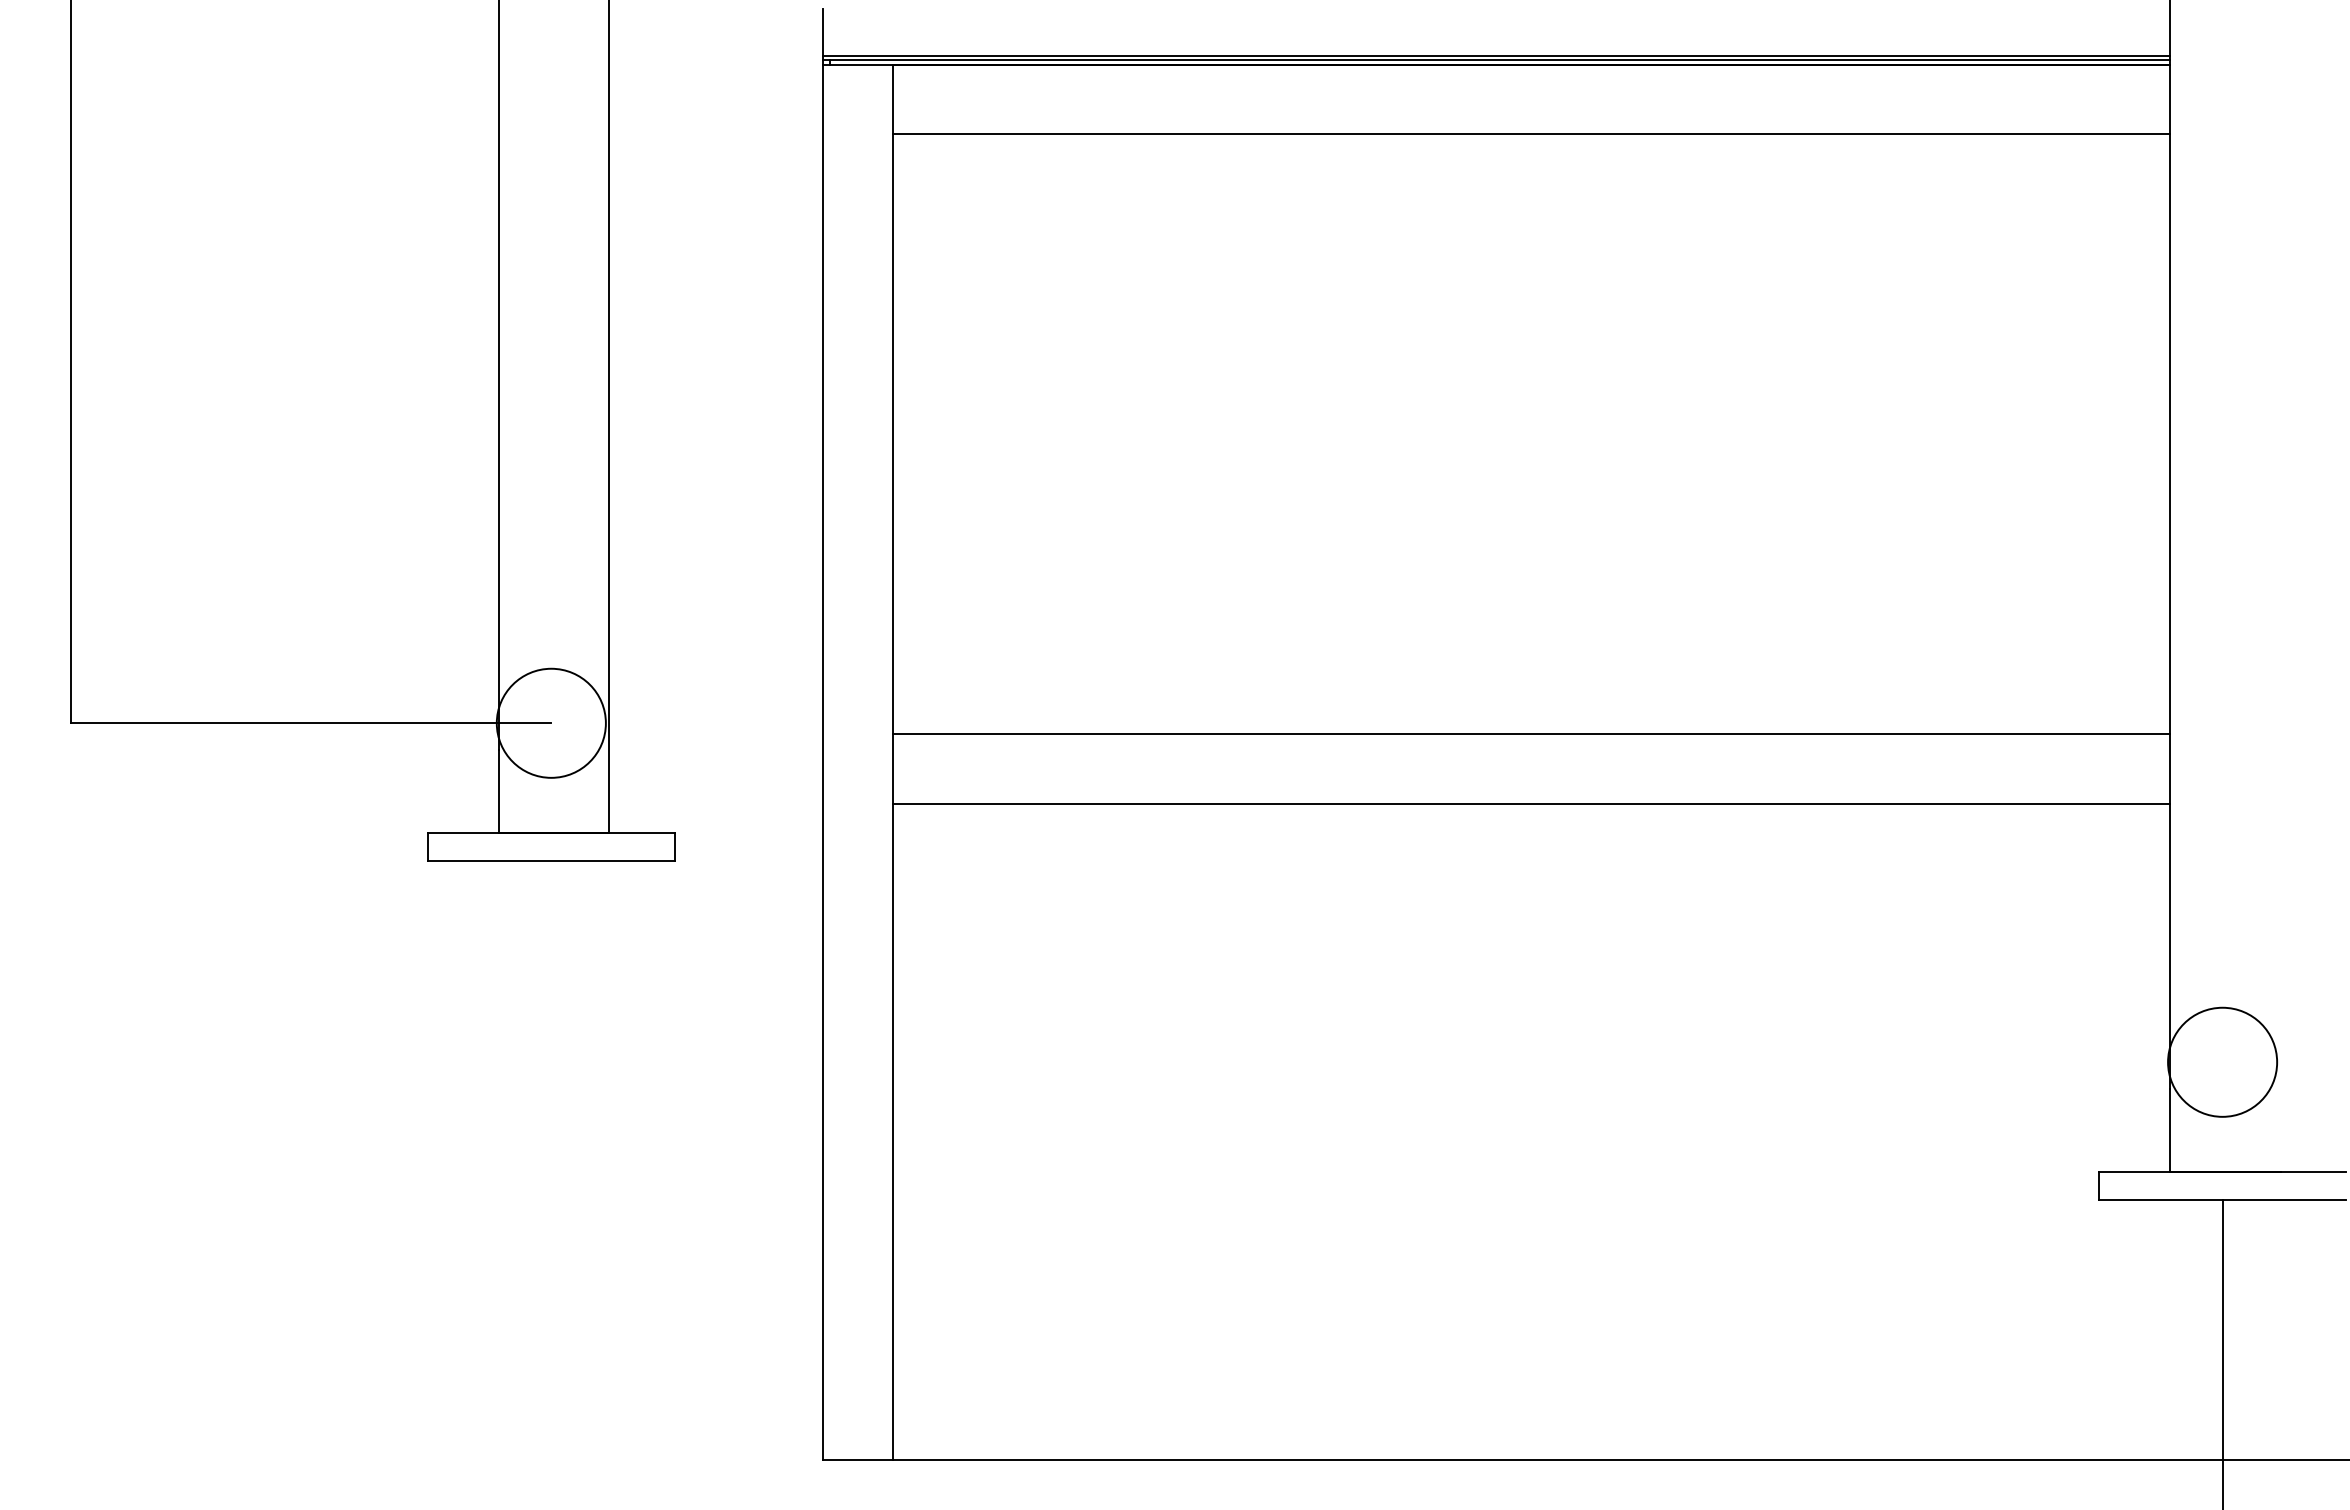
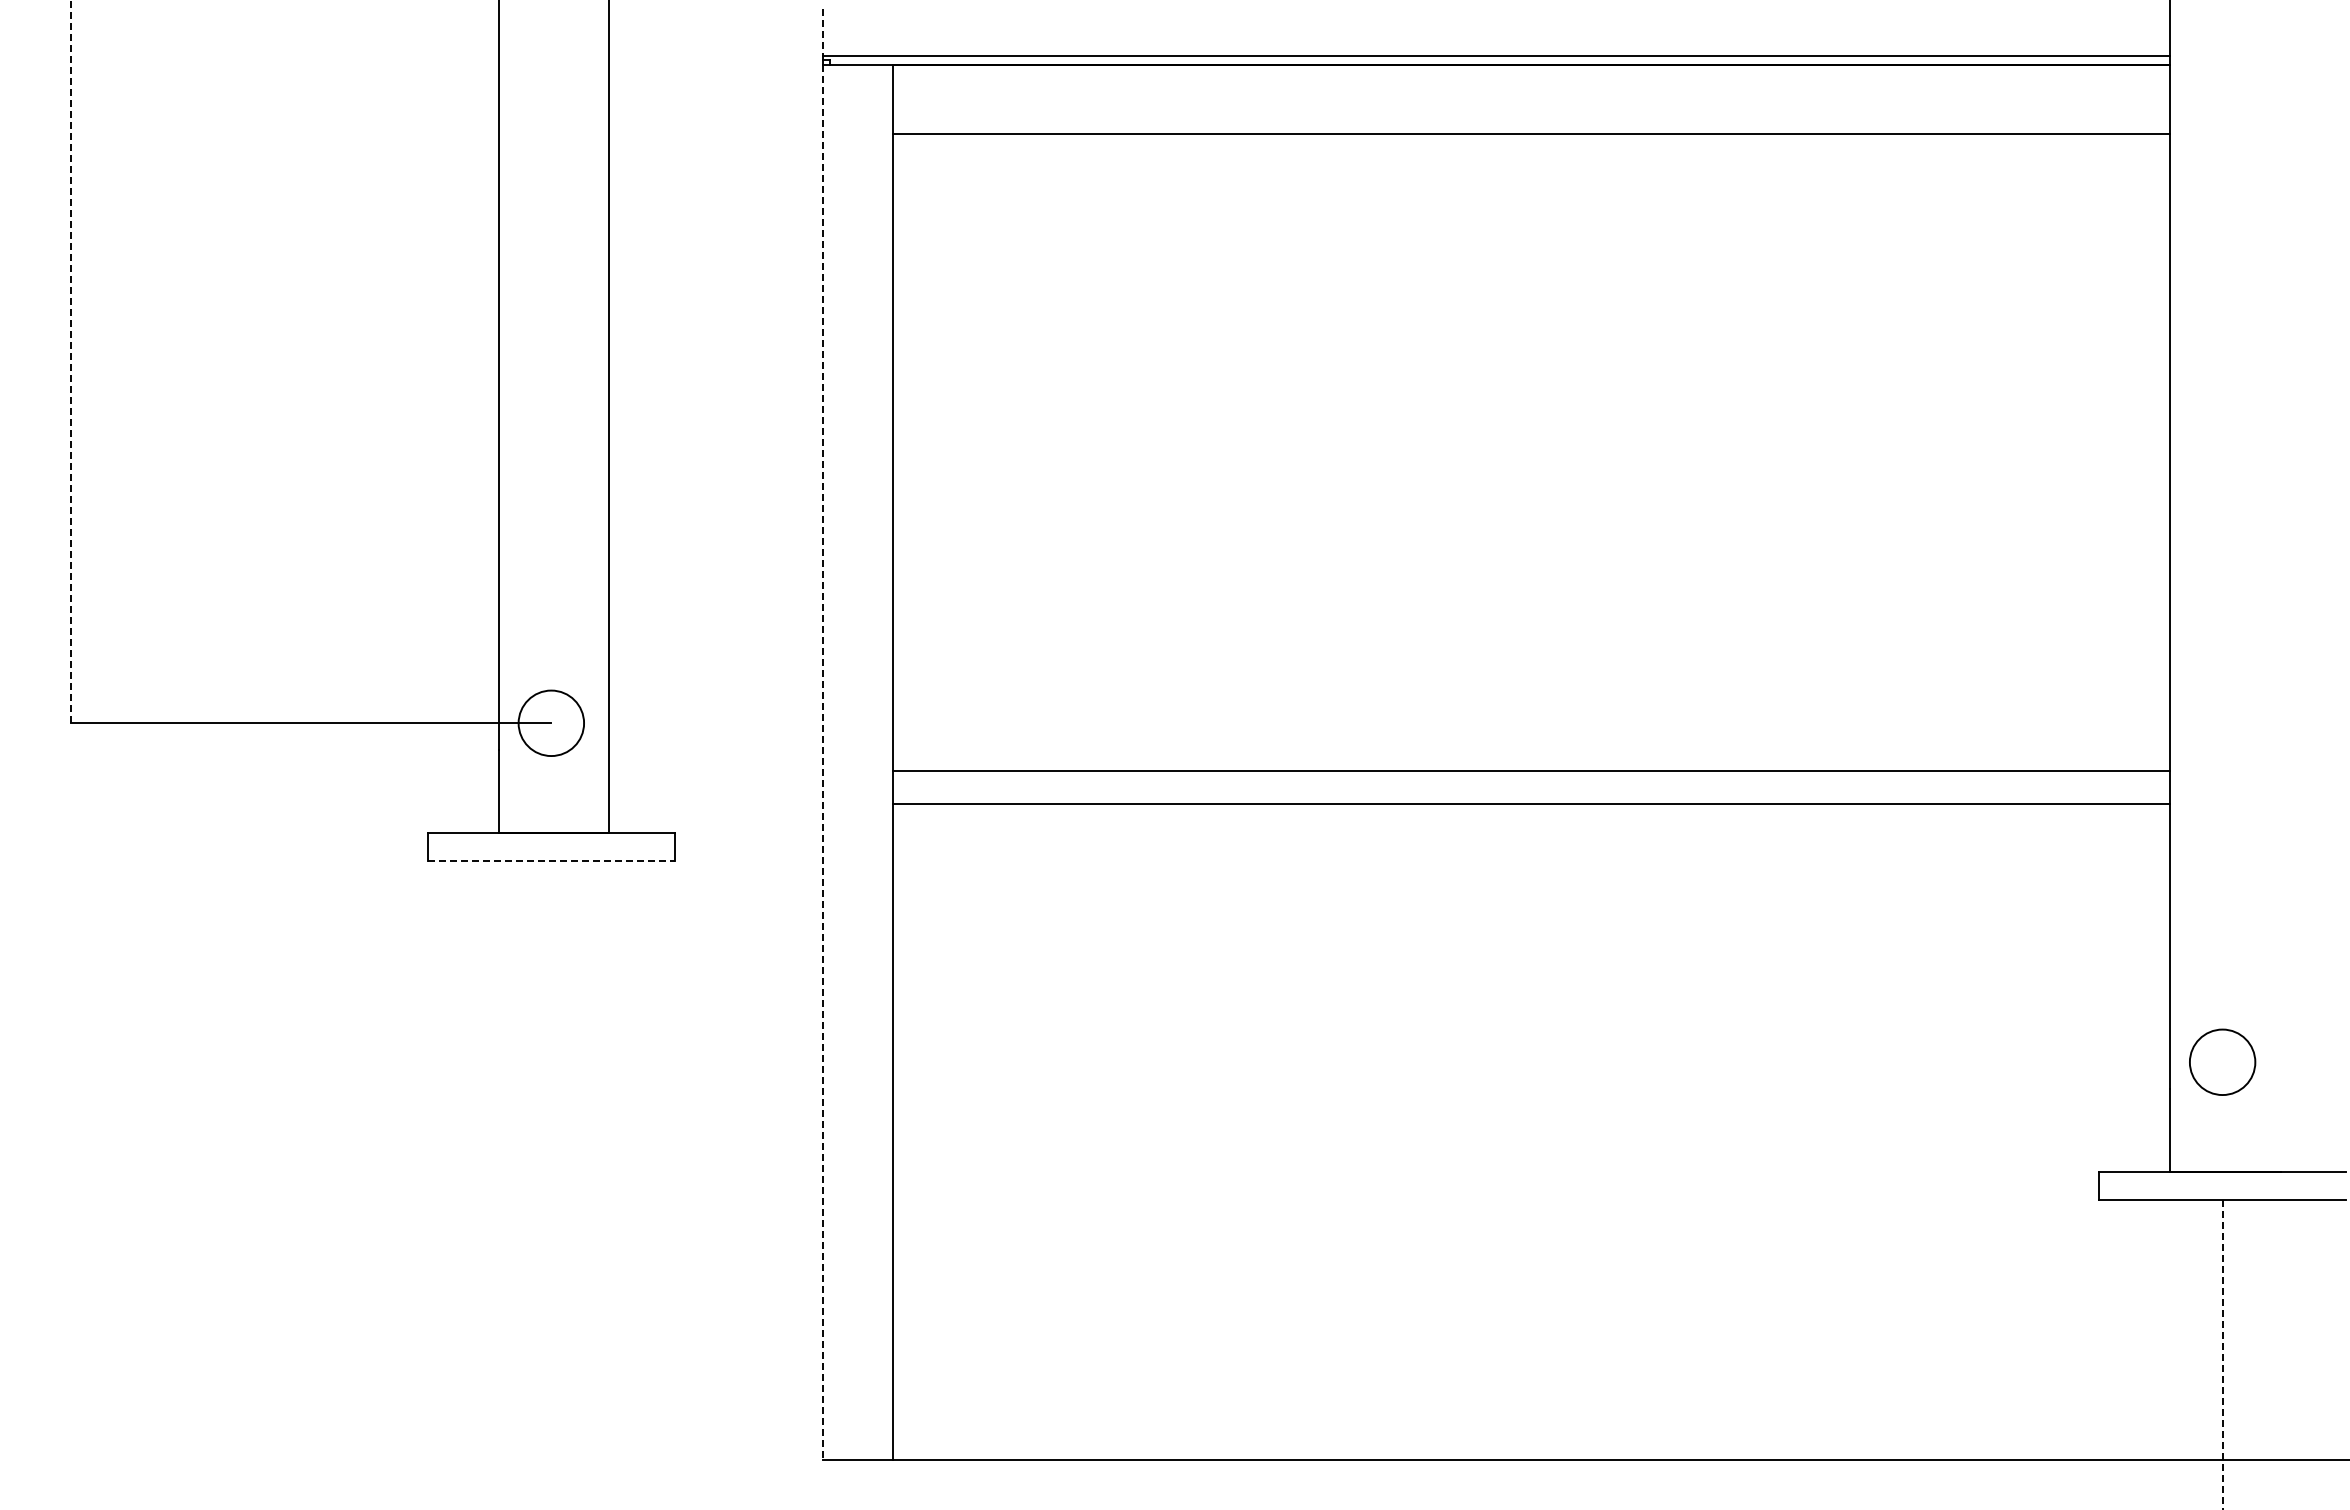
line at (823, 32): solid -> dashed
line at (1500, 60): present -> none
line at (70, 361): solid -> dashed
circle at (550, 722) diameter: 109 px -> 65 px
line at (1531, 734) position: (1531, 734) -> (1531, 771)
line at (823, 762): solid -> dashed
line at (551, 860): solid -> dashed
circle at (2222, 1061) diameter: 109 px -> 65 px
line at (2222, 1354): solid -> dashed
